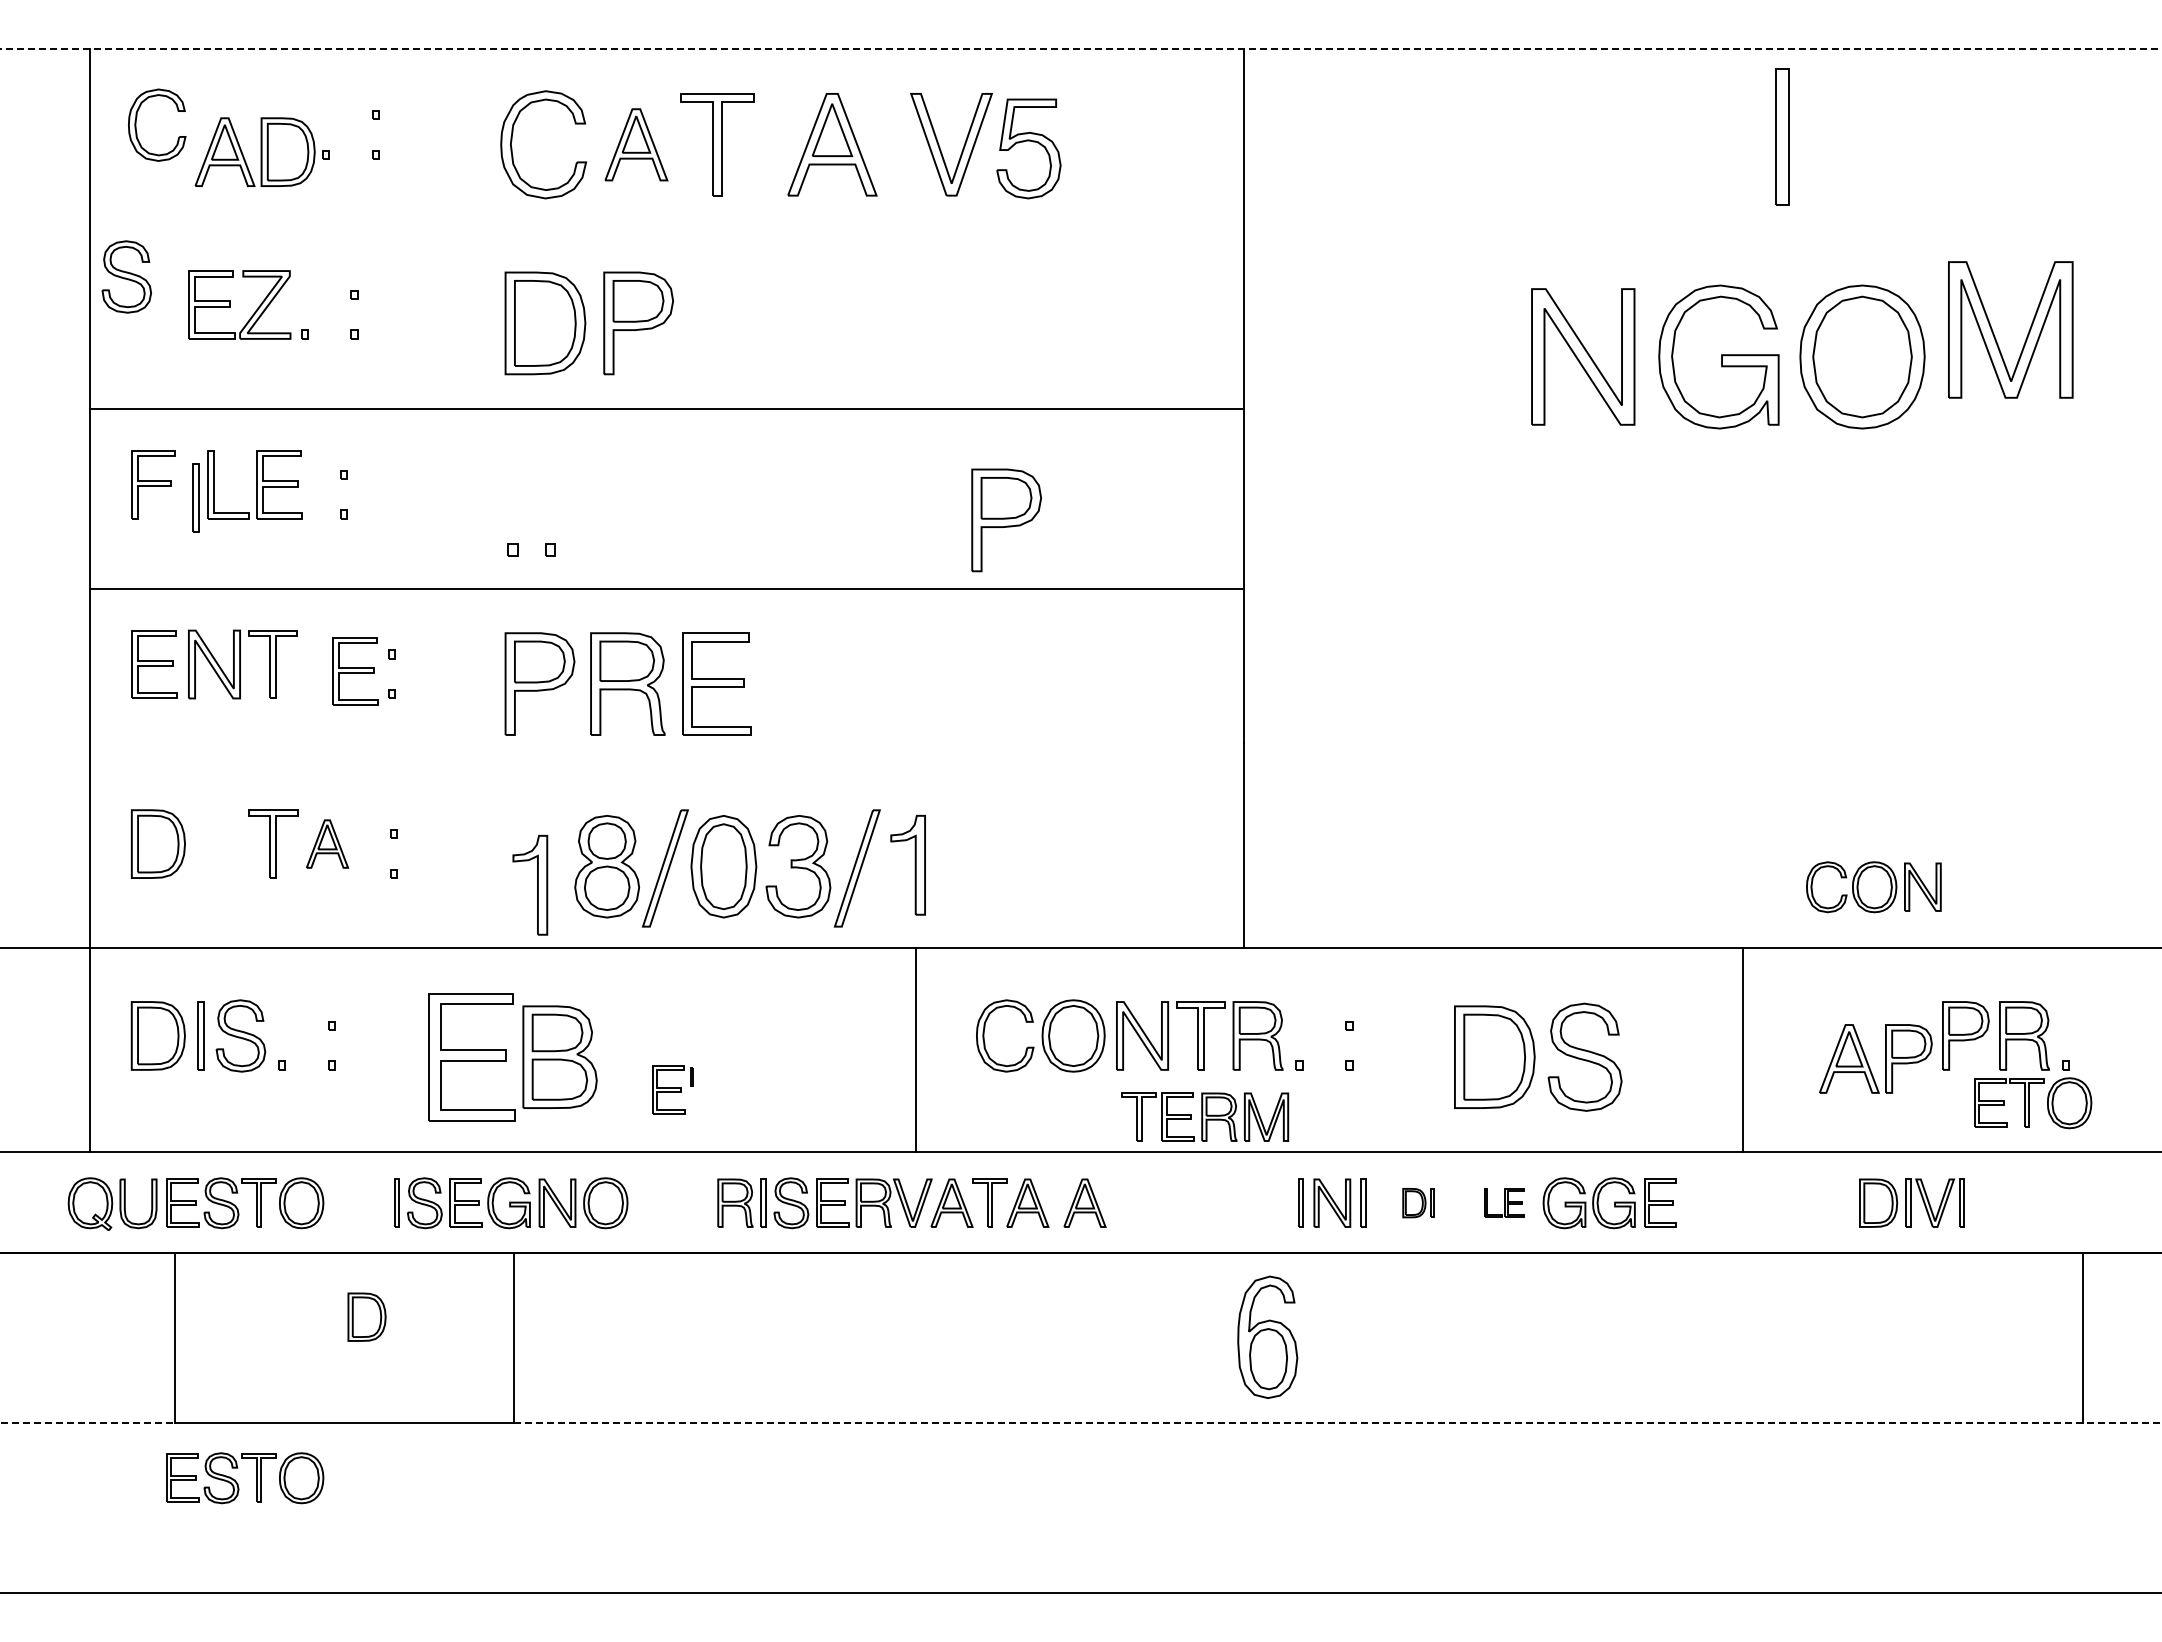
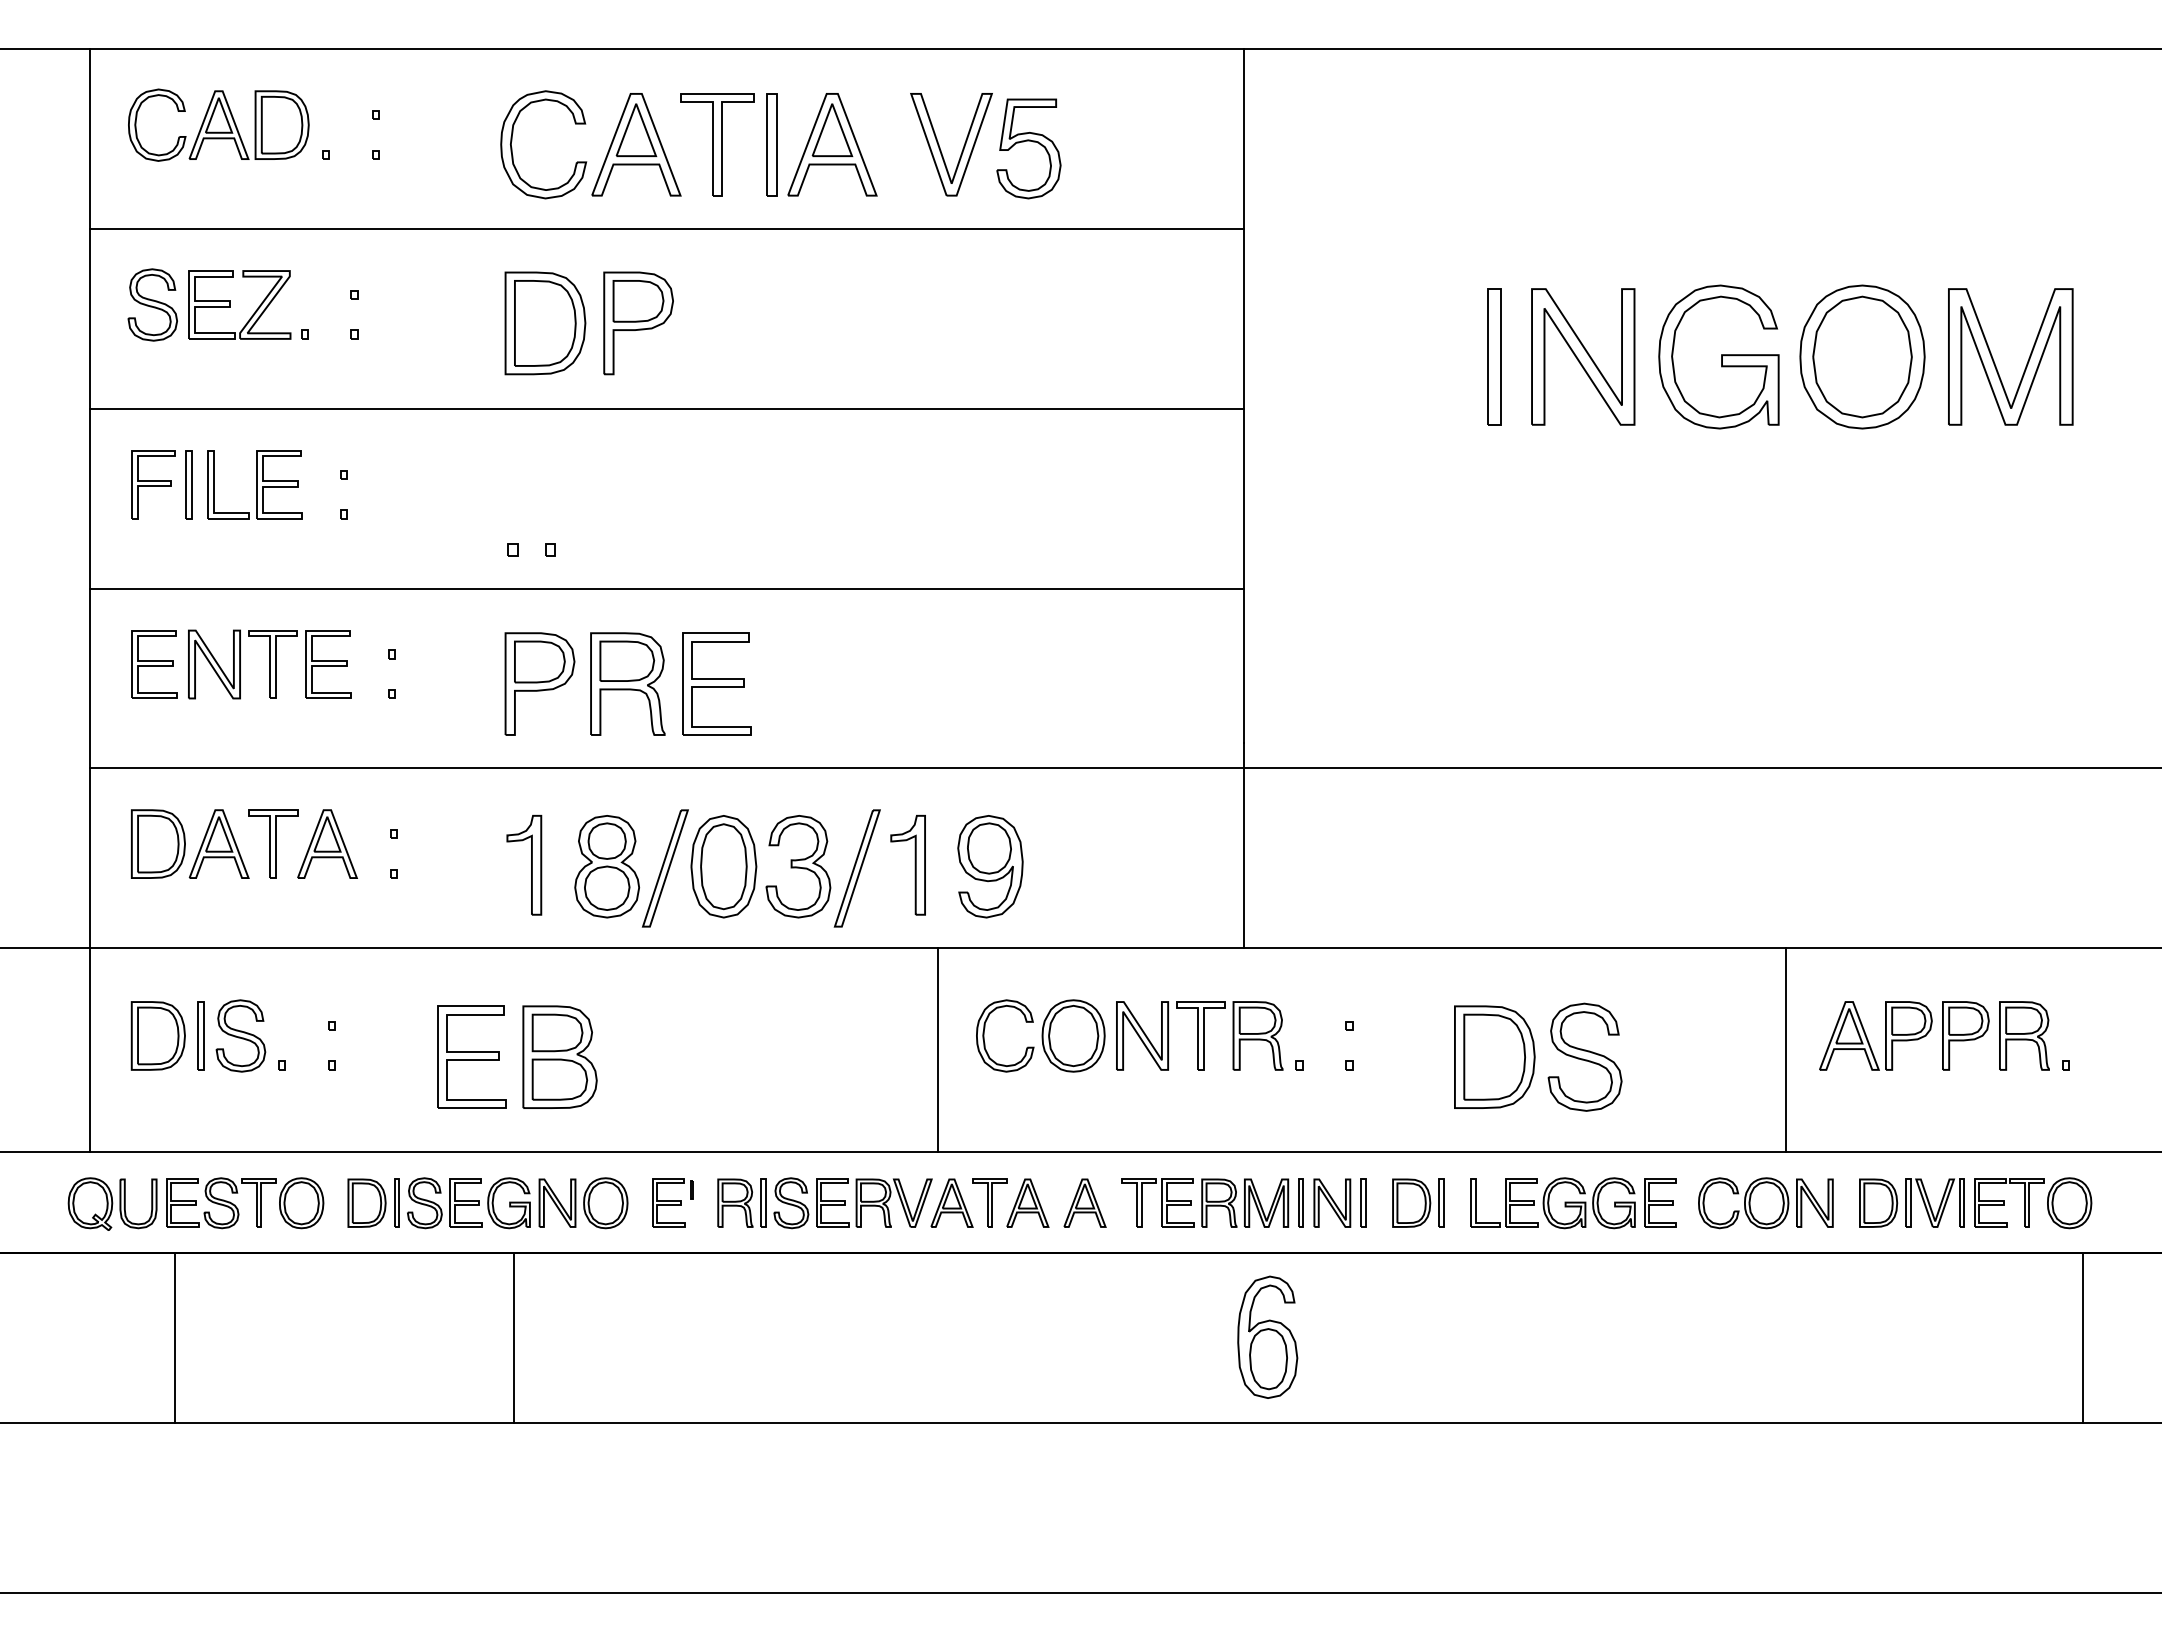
line at (1081, 49): dashed -> solid
part at (1782, 136) position: (1782, 136) -> (1494, 356)
part at (636, 144) size: 65x74 px -> 91x104 px
part at (771, 144): none -> present
part at (254, 151) position: (254, 151) -> (248, 124)
line at (666, 229): none -> present
part at (126, 276) position: (126, 276) -> (152, 304)
part at (1994, 333) position: (1994, 333) -> (1994, 360)
part at (195, 497) position: (195, 497) -> (188, 484)
part at (1006, 520): present -> none
part at (355, 671) position: (355, 671) -> (328, 664)
line at (1124, 768): none -> present
part at (218, 843): none -> present
part at (327, 843) size: 44x50 px -> 61x70 px
part at (990, 866): none -> present
part at (537, 884) position: (537, 884) -> (531, 864)
part at (1873, 887) position: (1873, 887) -> (1765, 1203)
line at (916, 1049) position: (916, 1049) -> (938, 1049)
line at (1743, 1049) position: (1743, 1049) -> (1786, 1049)
part at (471, 1057) size: 88x129 px -> 70x104 px
part at (1867, 1059) position: (1867, 1059) -> (1867, 1036)
part at (672, 1089) position: (672, 1089) -> (672, 1202)
part at (2033, 1103) position: (2033, 1103) -> (2033, 1203)
part at (1205, 1116) position: (1205, 1116) -> (1205, 1202)
part at (1504, 1202) size: 41x30 px -> 69x50 px
part at (1418, 1203) size: 33x31 px -> 53x50 px
part at (366, 1316) position: (366, 1316) -> (366, 1202)
line at (88, 1423): dashed -> solid
line at (1338, 1423): dashed -> solid
part at (238, 1483): present -> none
